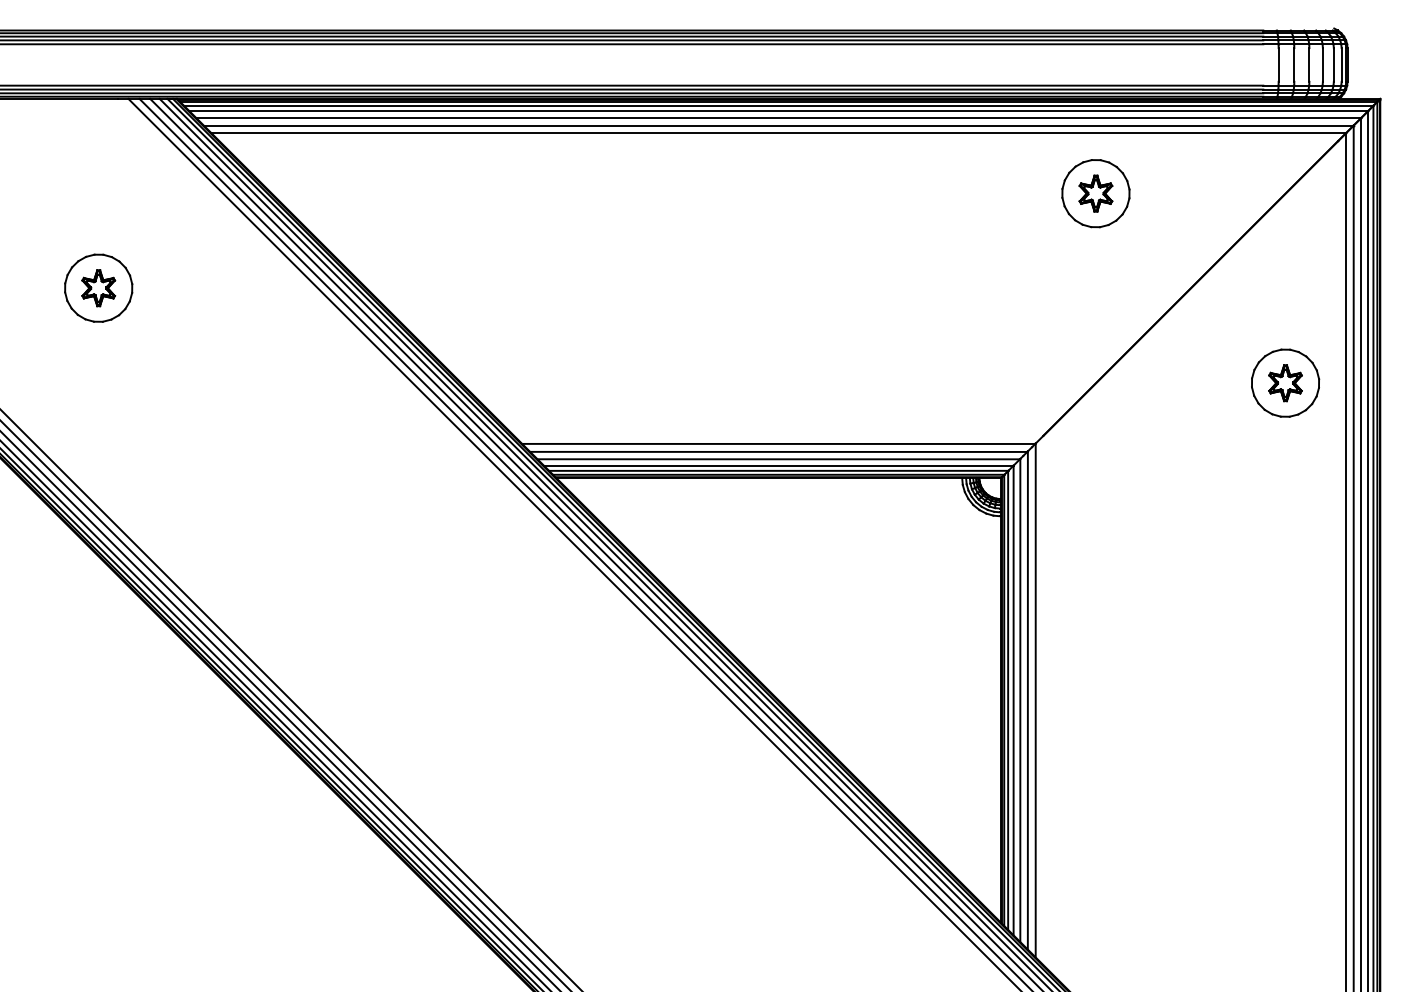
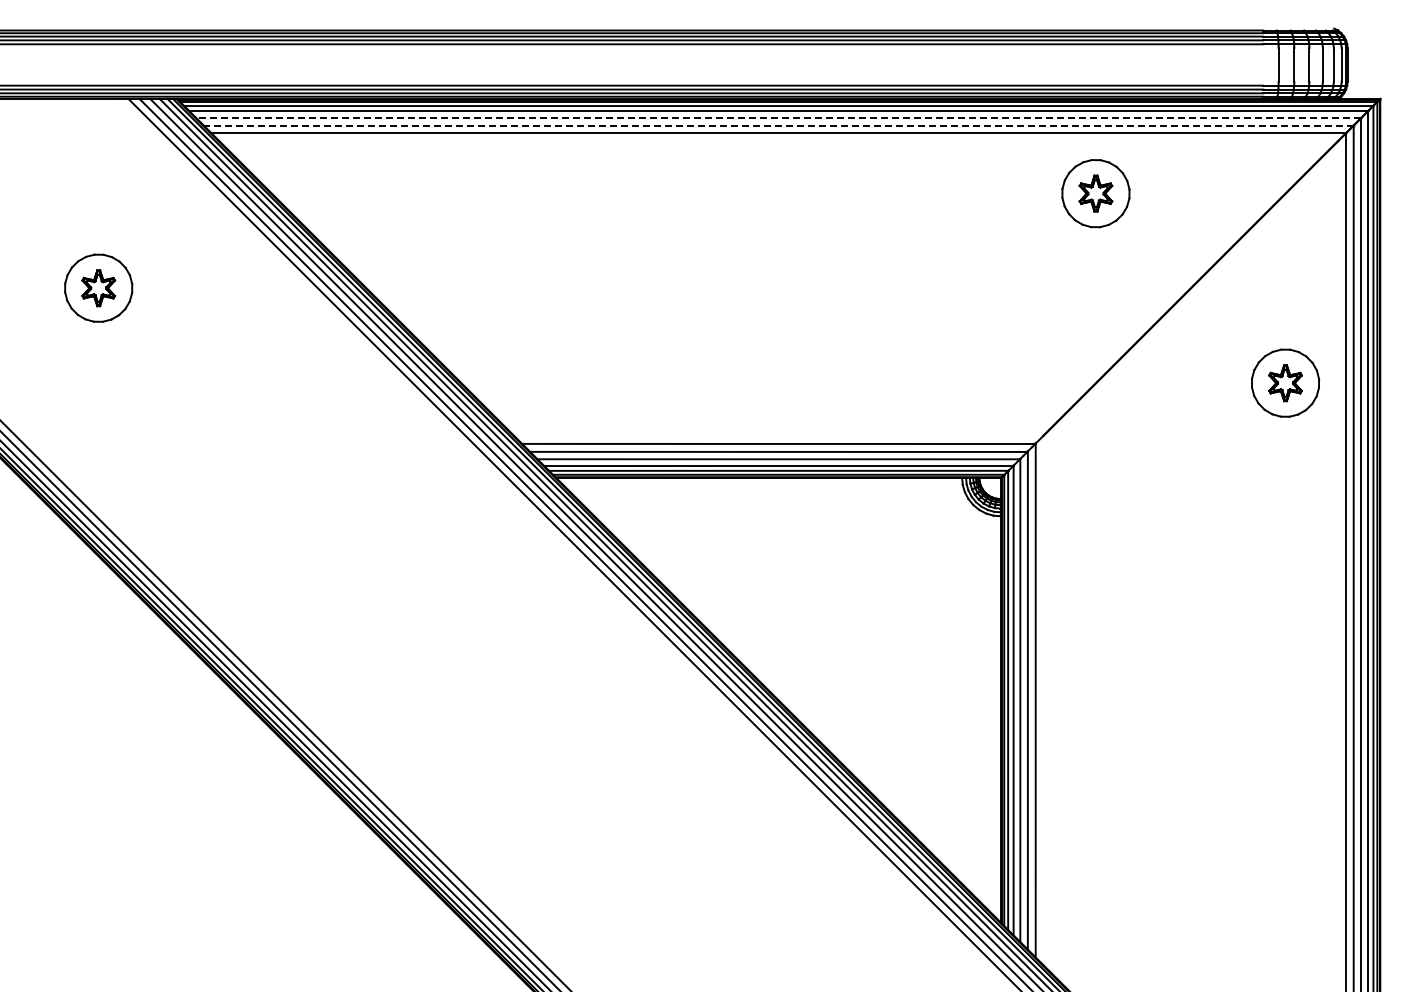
line at (778, 118): solid -> dashed
line at (778, 125): solid -> dashed
line at (290, 699): present -> none
